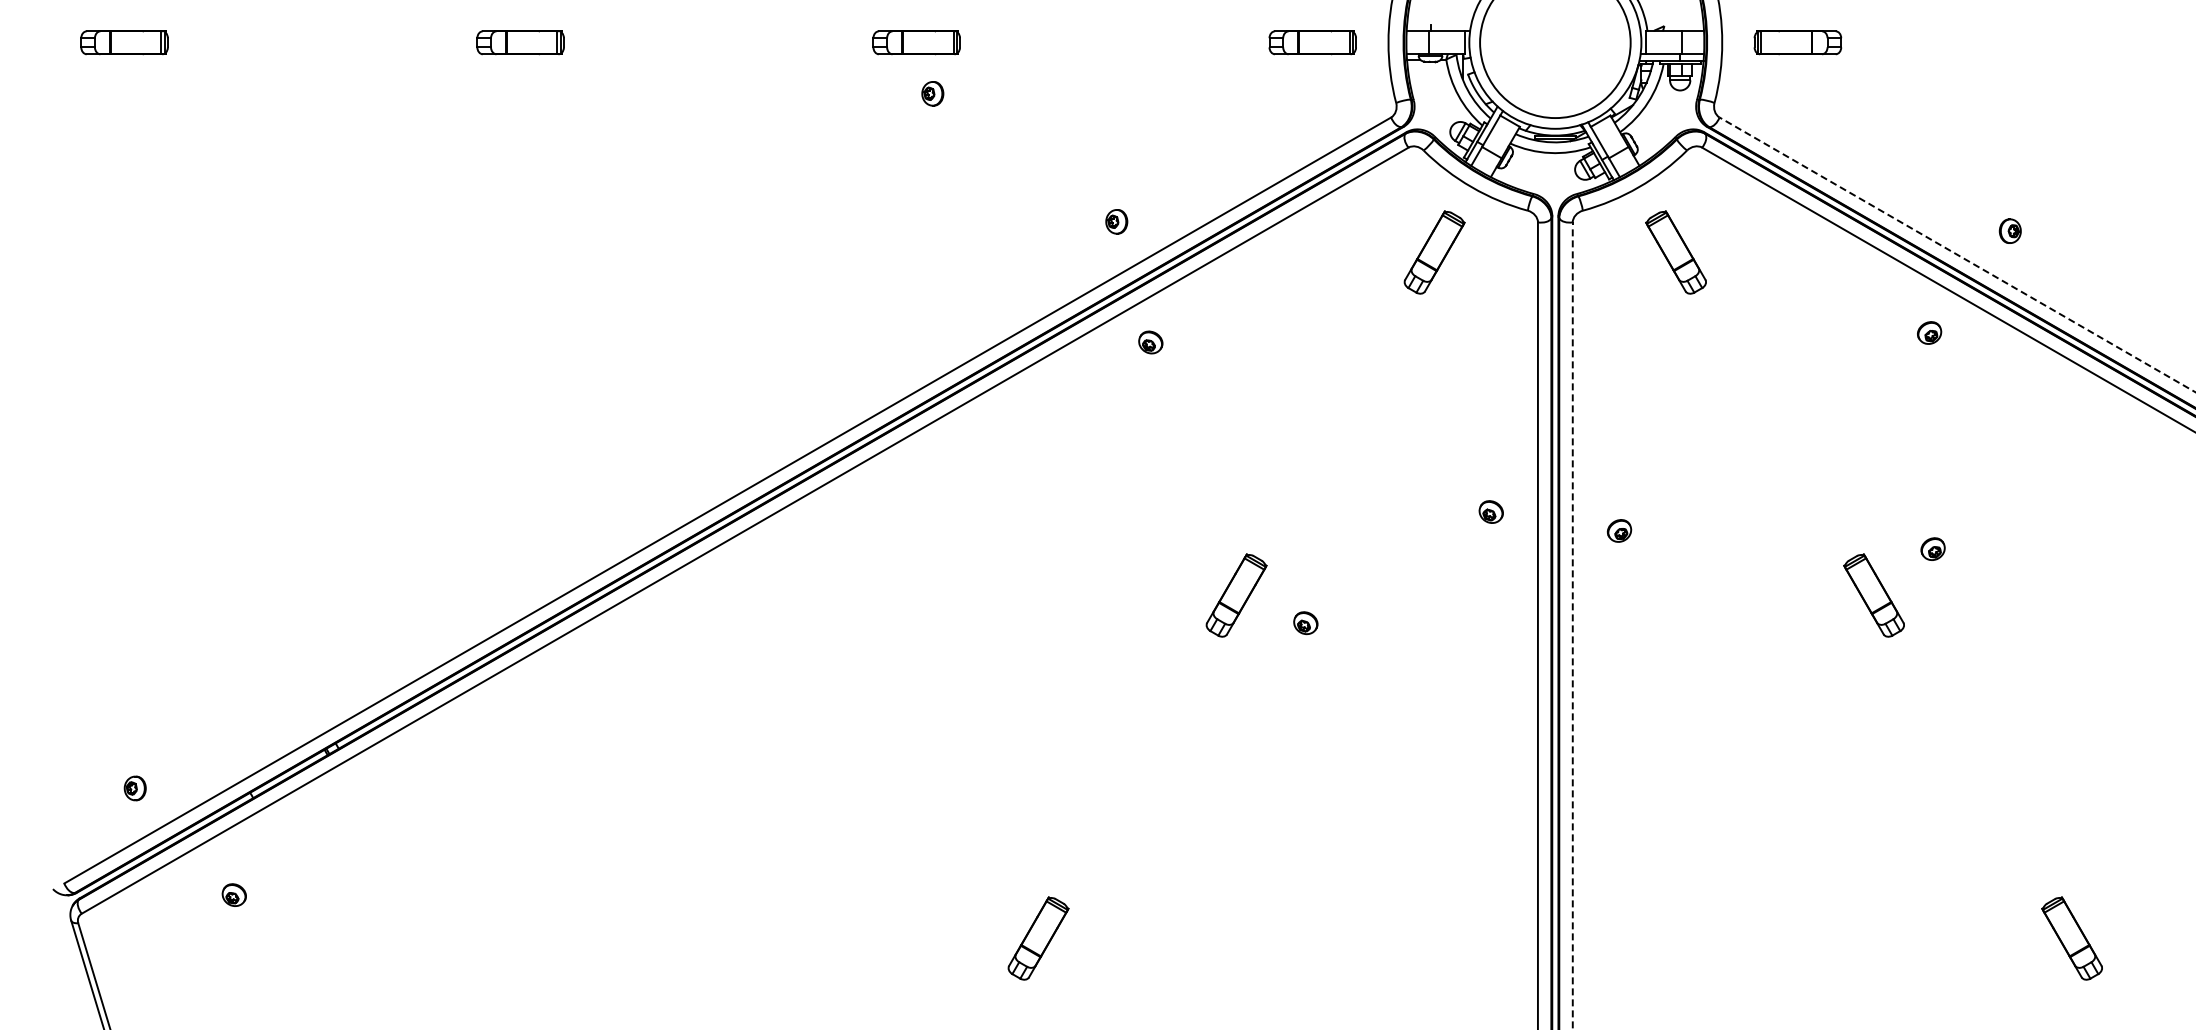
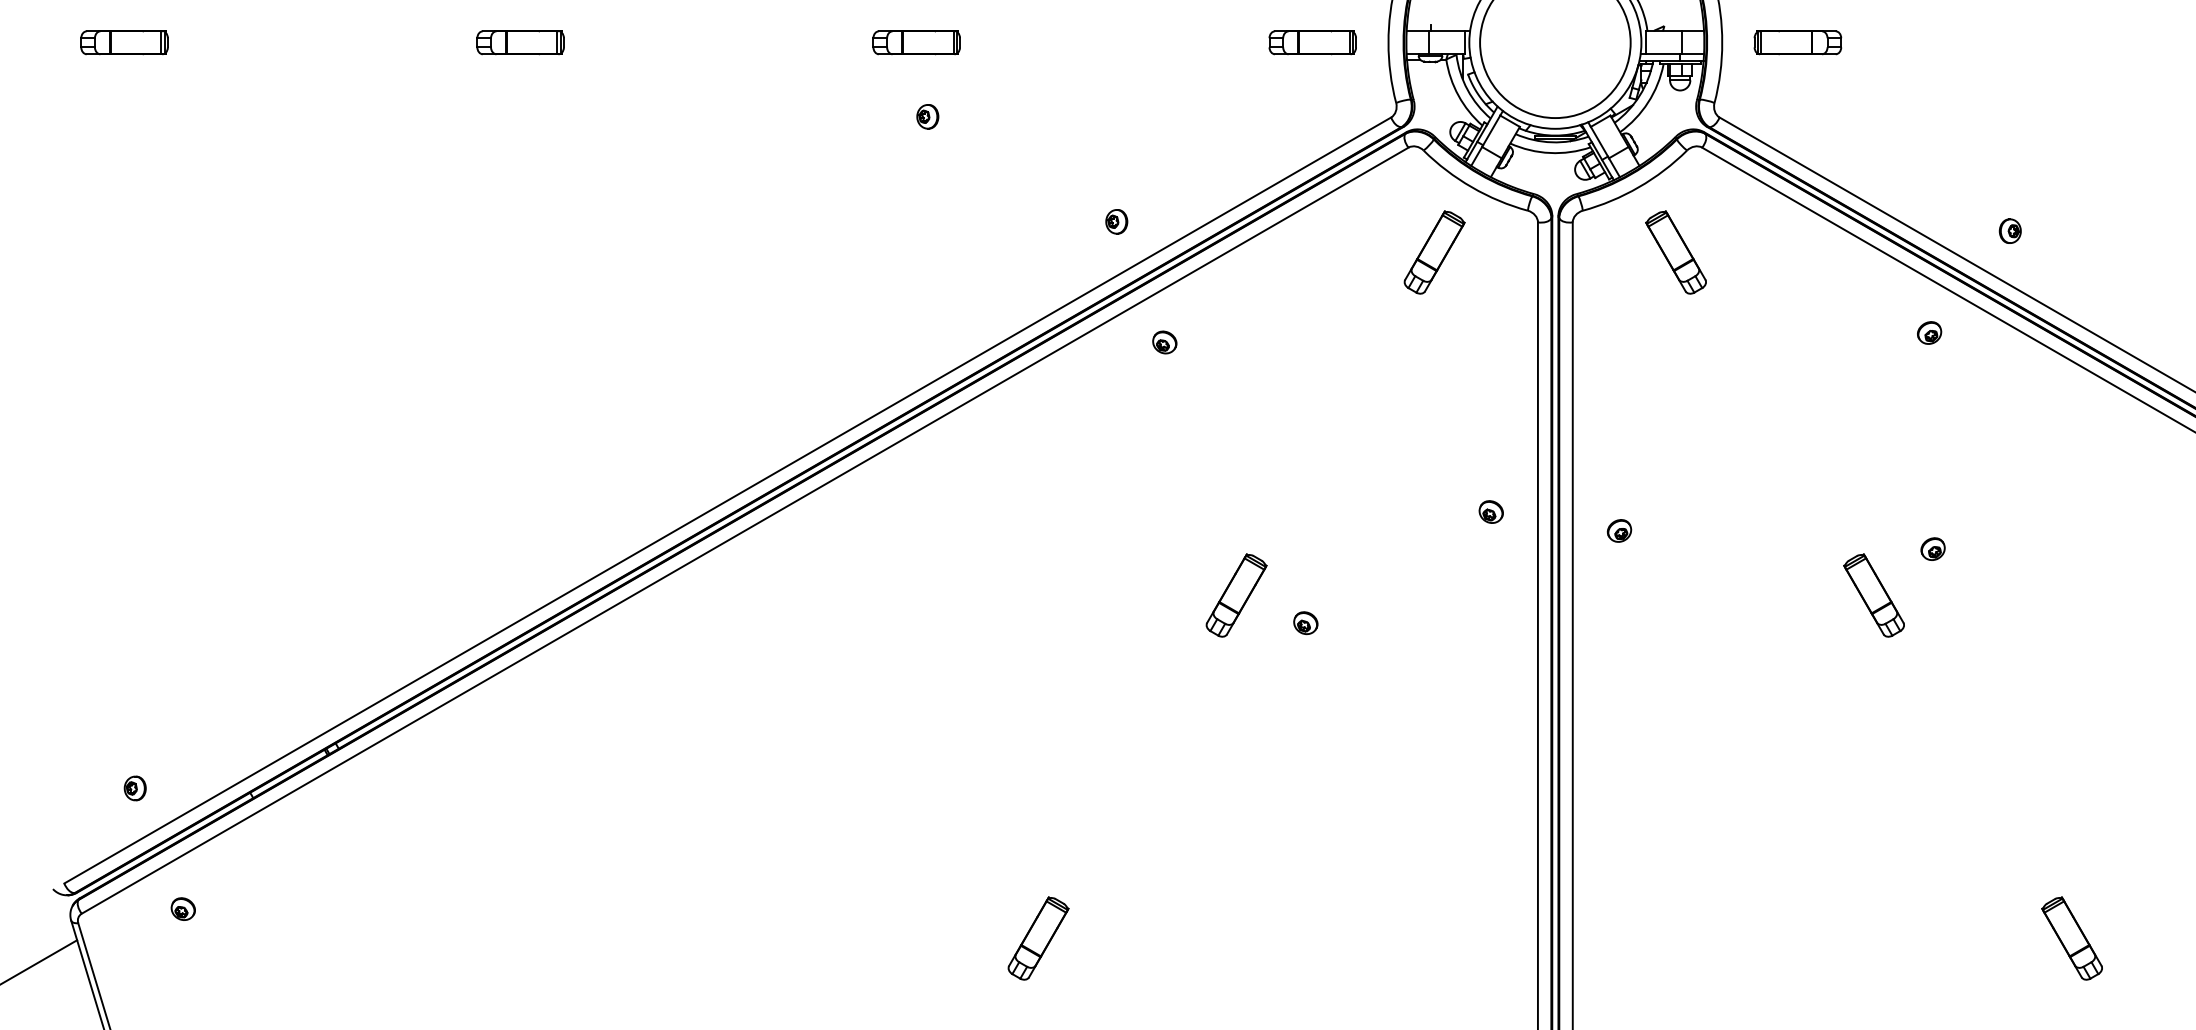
part at (932, 93) position: (932, 93) -> (927, 116)
line at (1957, 254): dashed -> solid
part at (1150, 342) position: (1150, 342) -> (1164, 342)
line at (1572, 626): dashed -> solid
part at (233, 894) position: (233, 894) -> (182, 908)
line at (39, 961): none -> present
